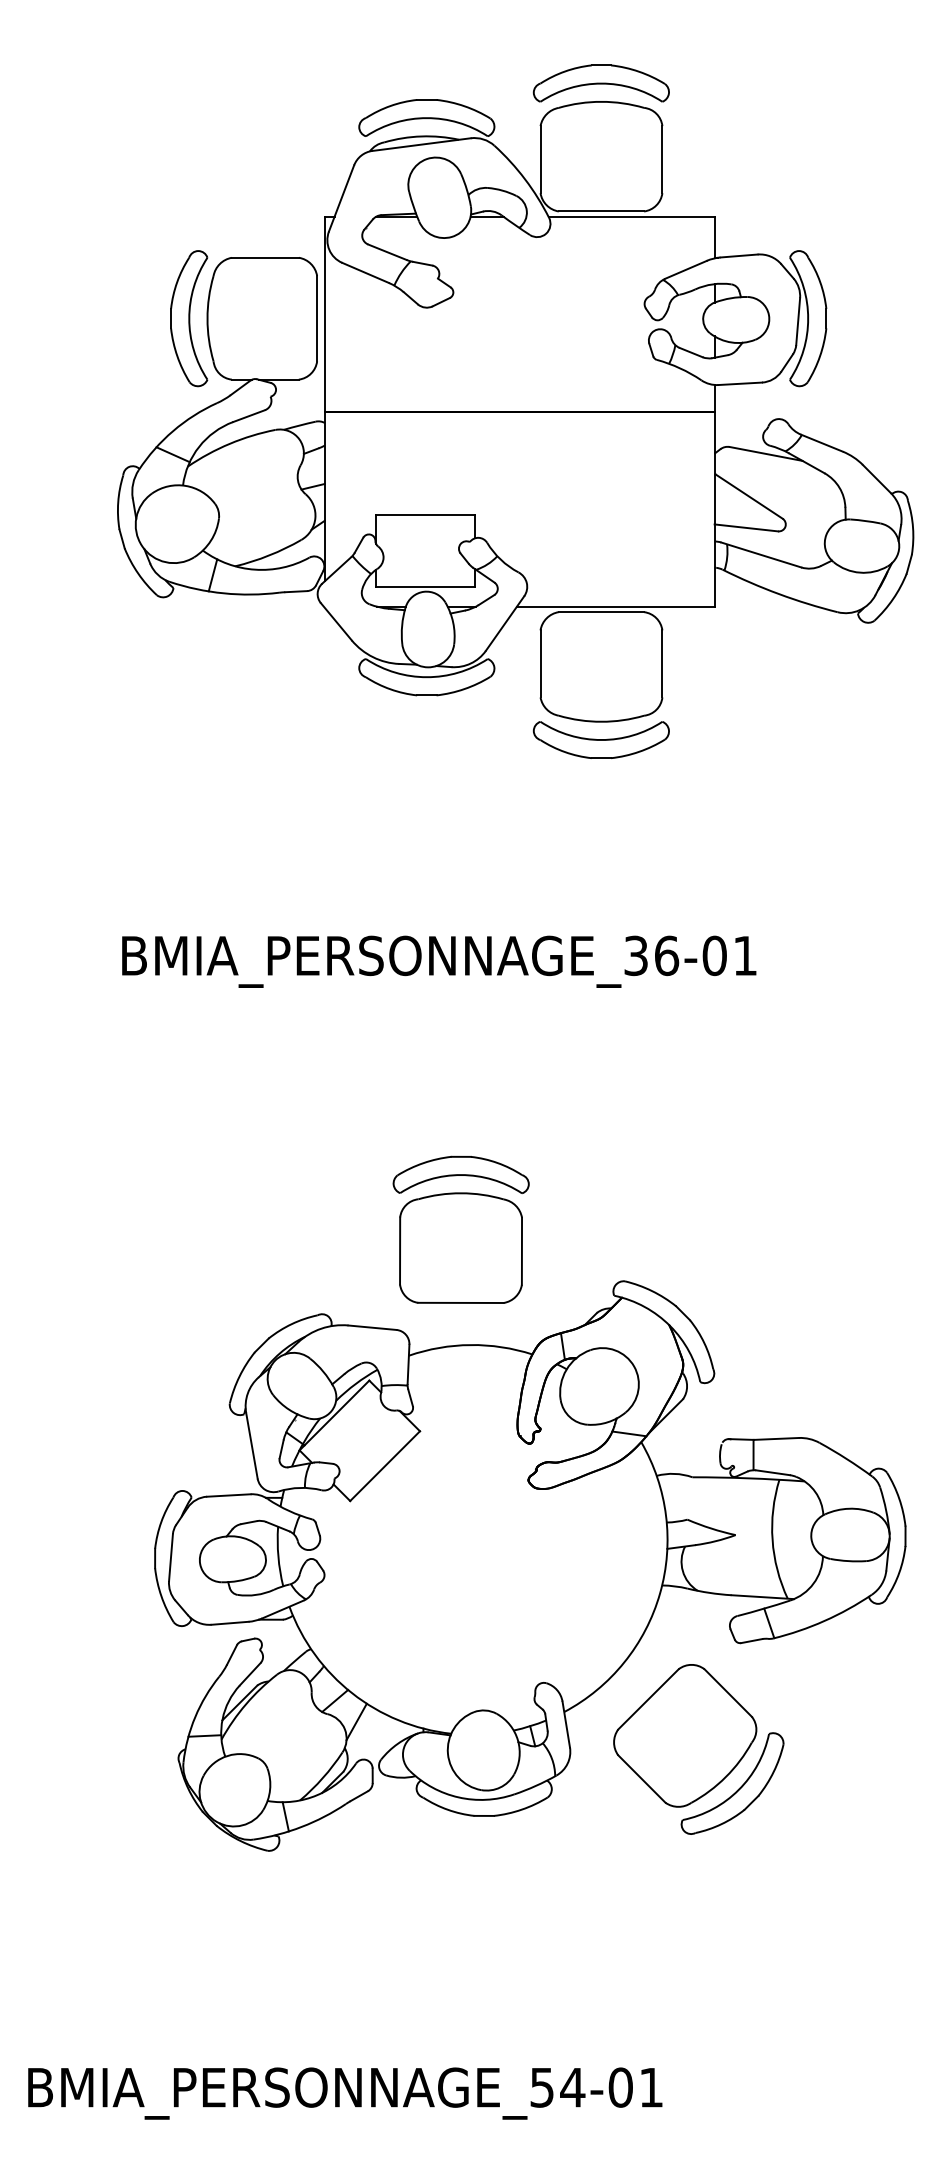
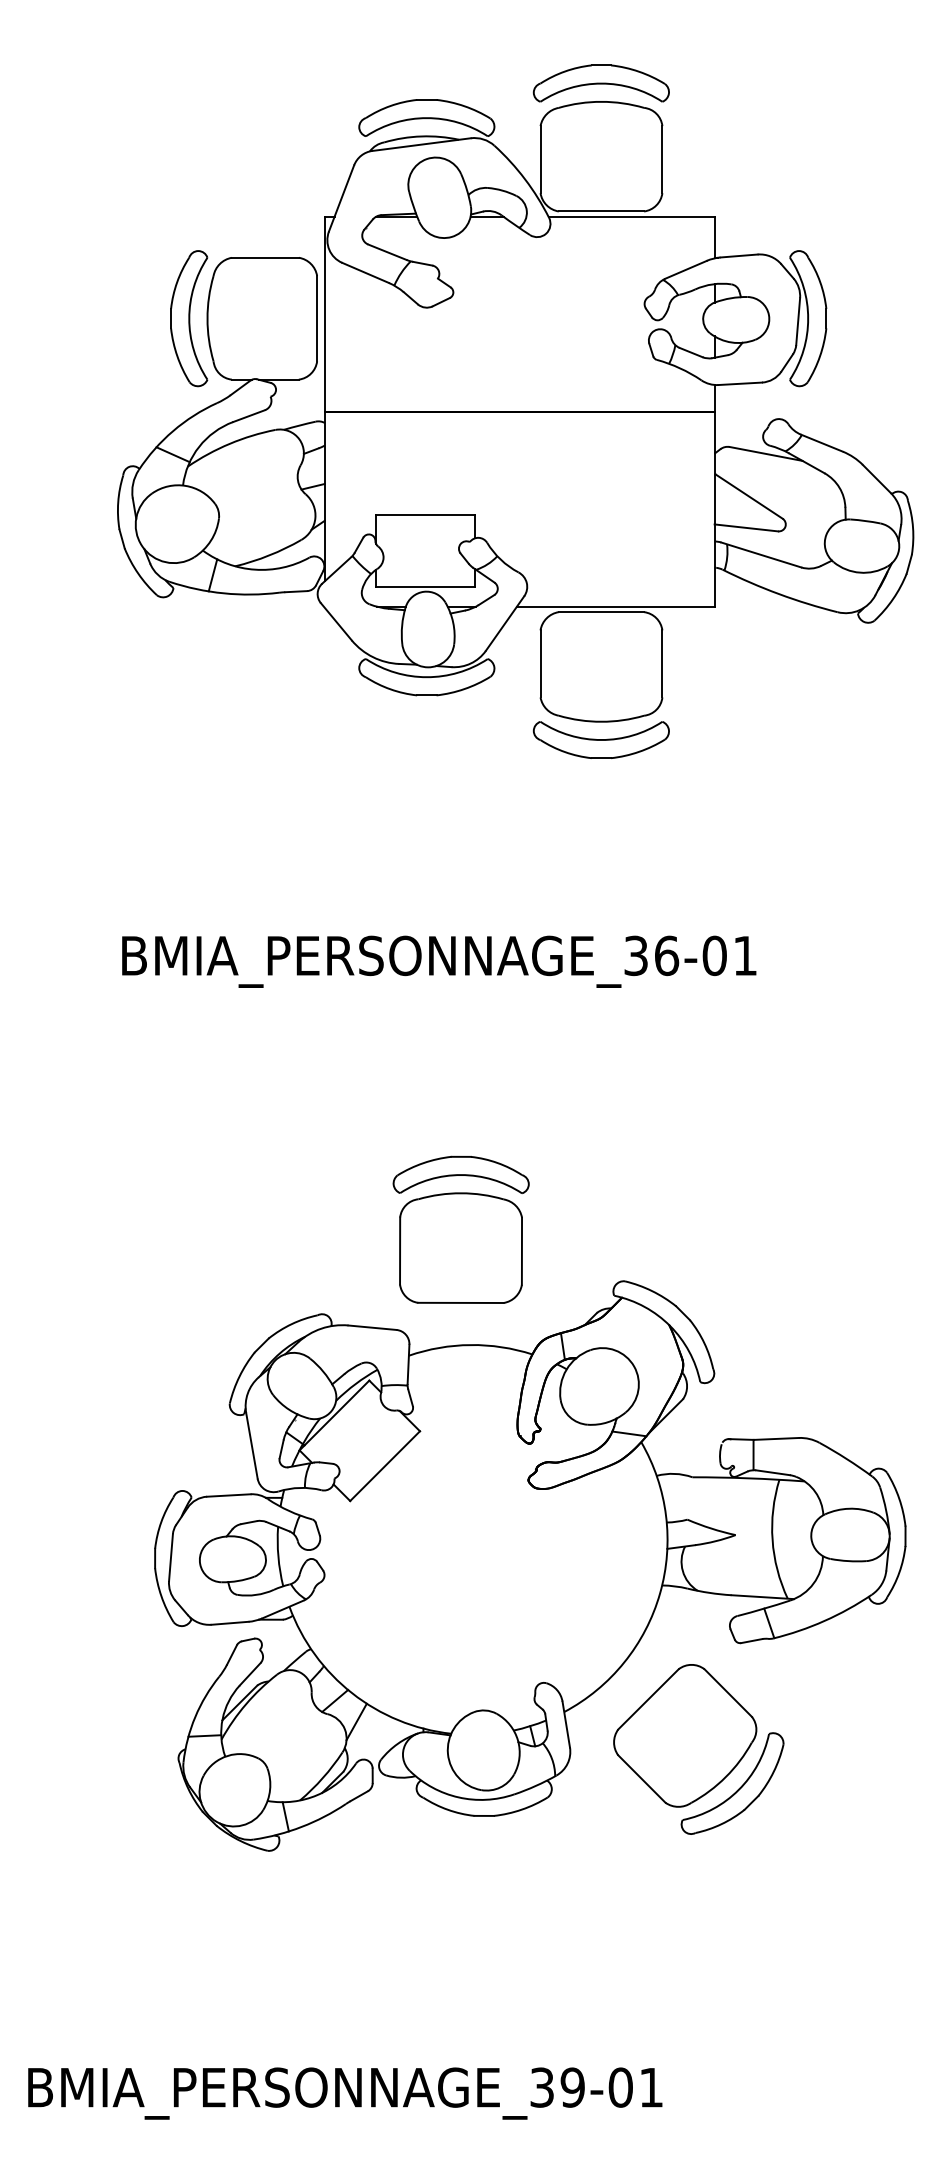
text at (558, 2087): BMIA_PERSONNAGE_54-01 -> BMIA_PERSONNAGE_39-01
